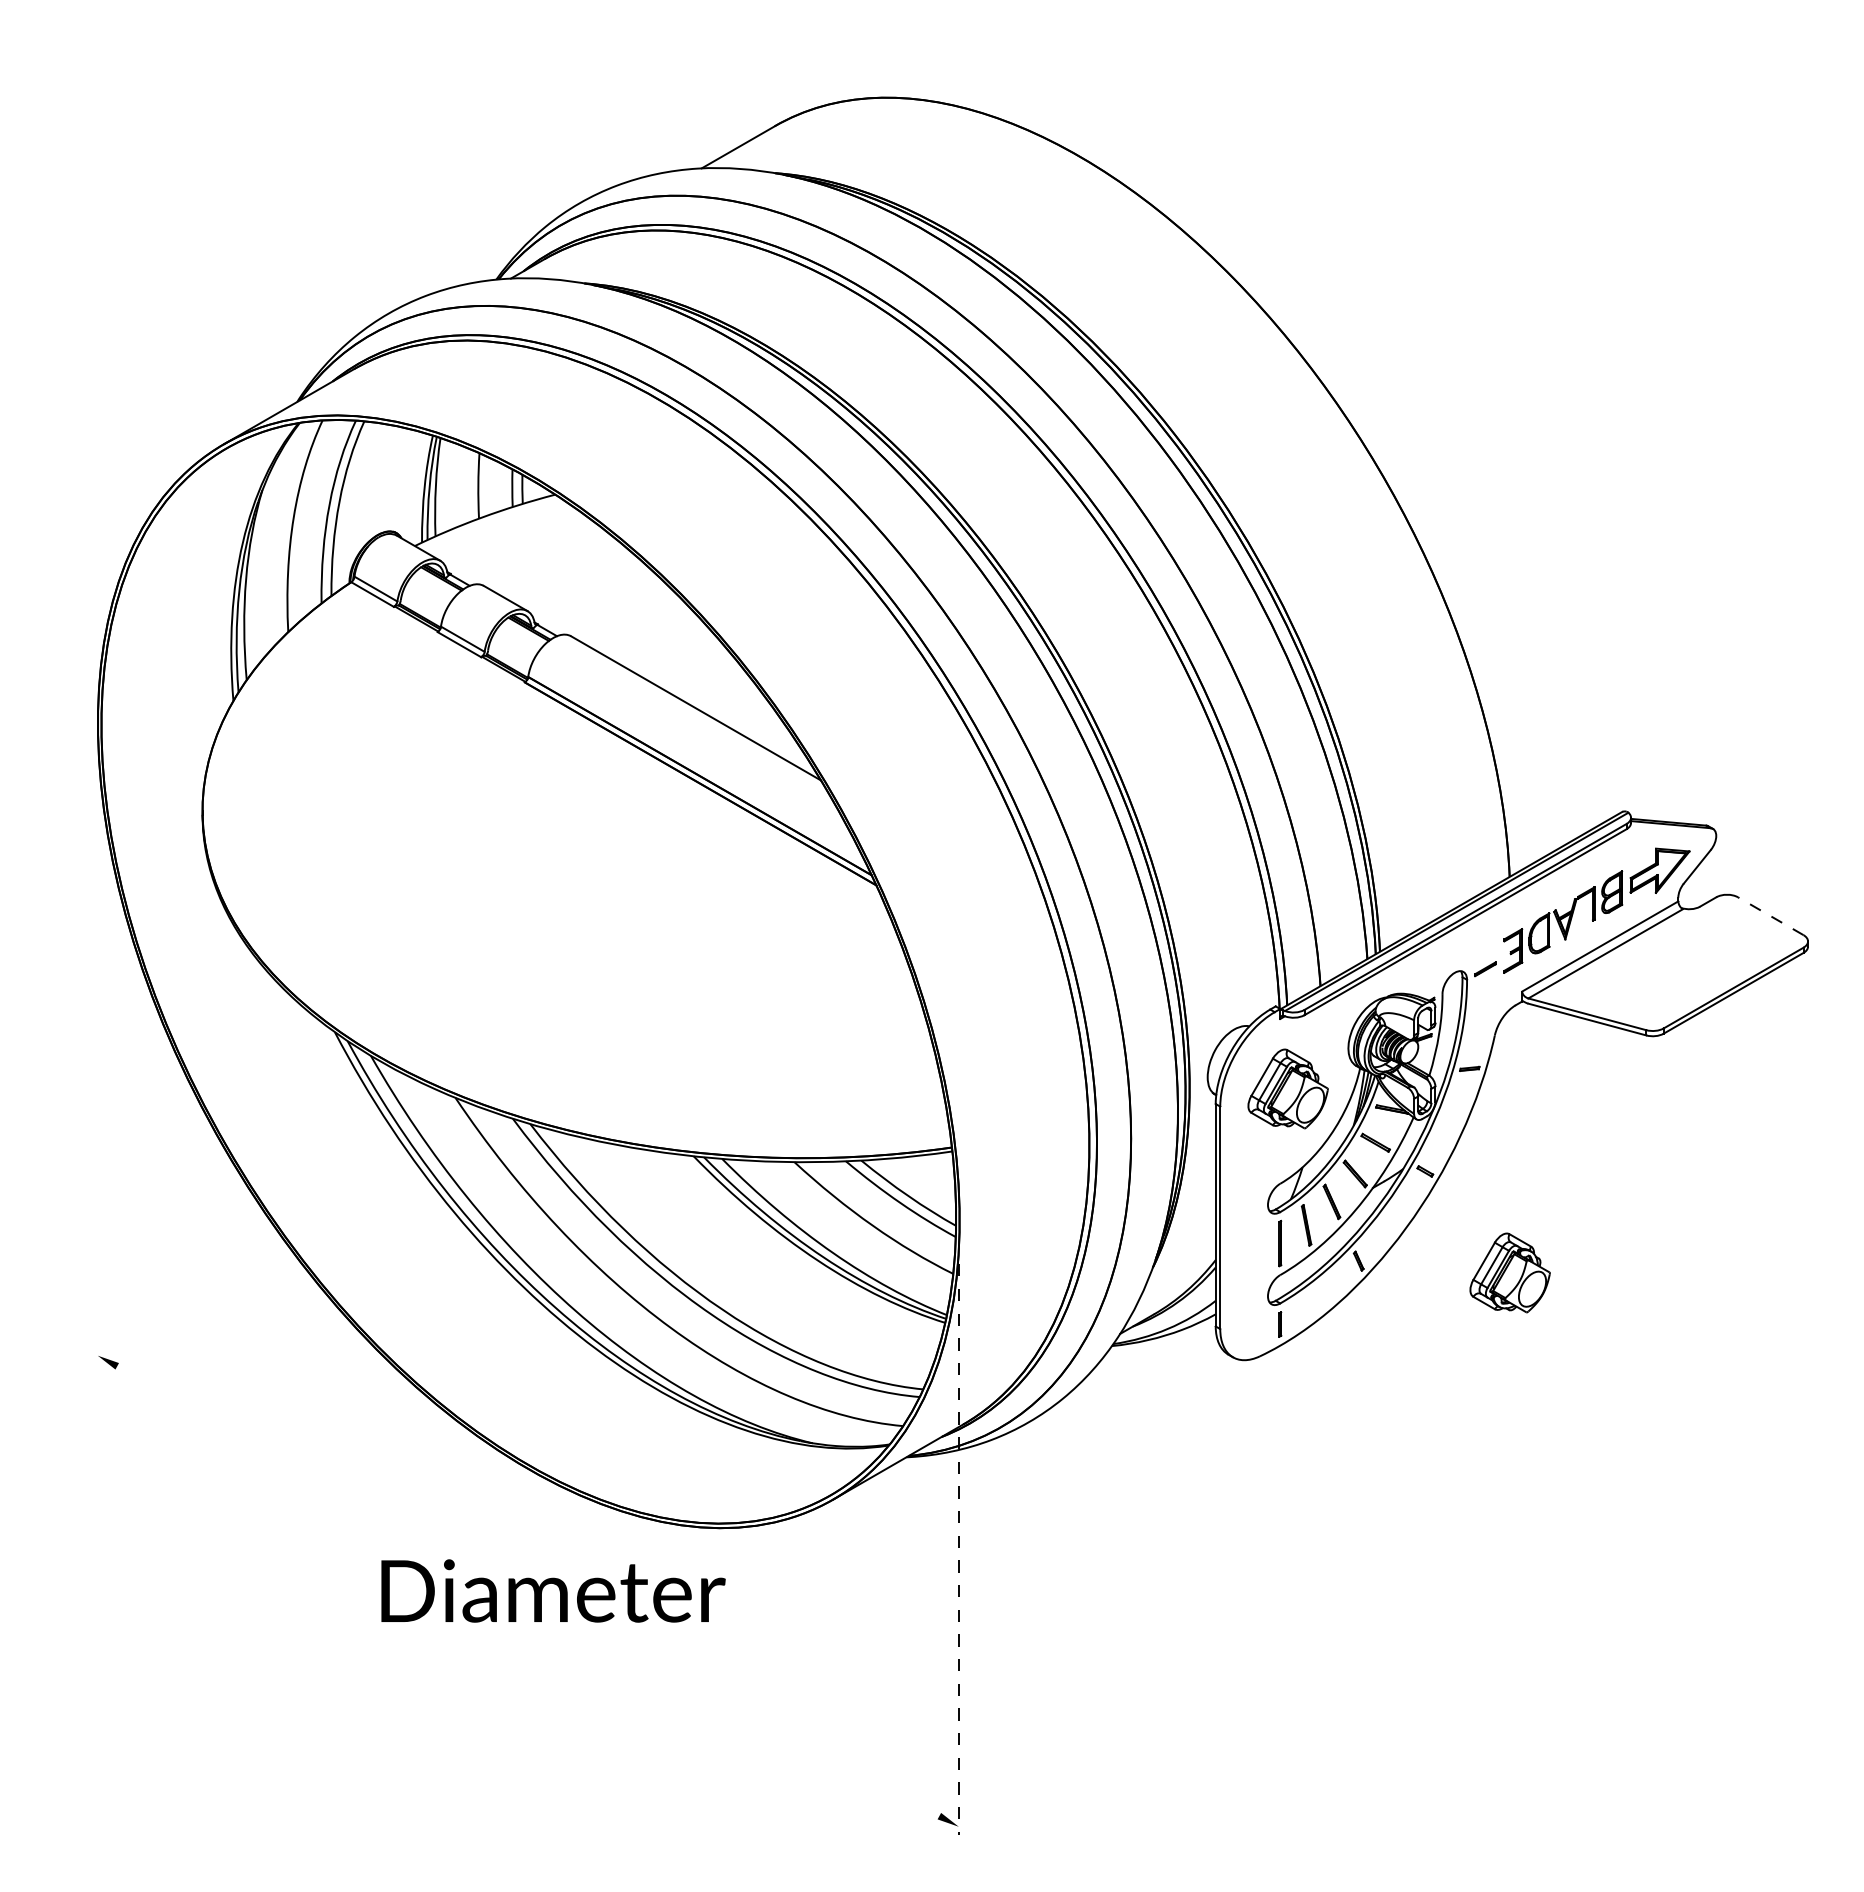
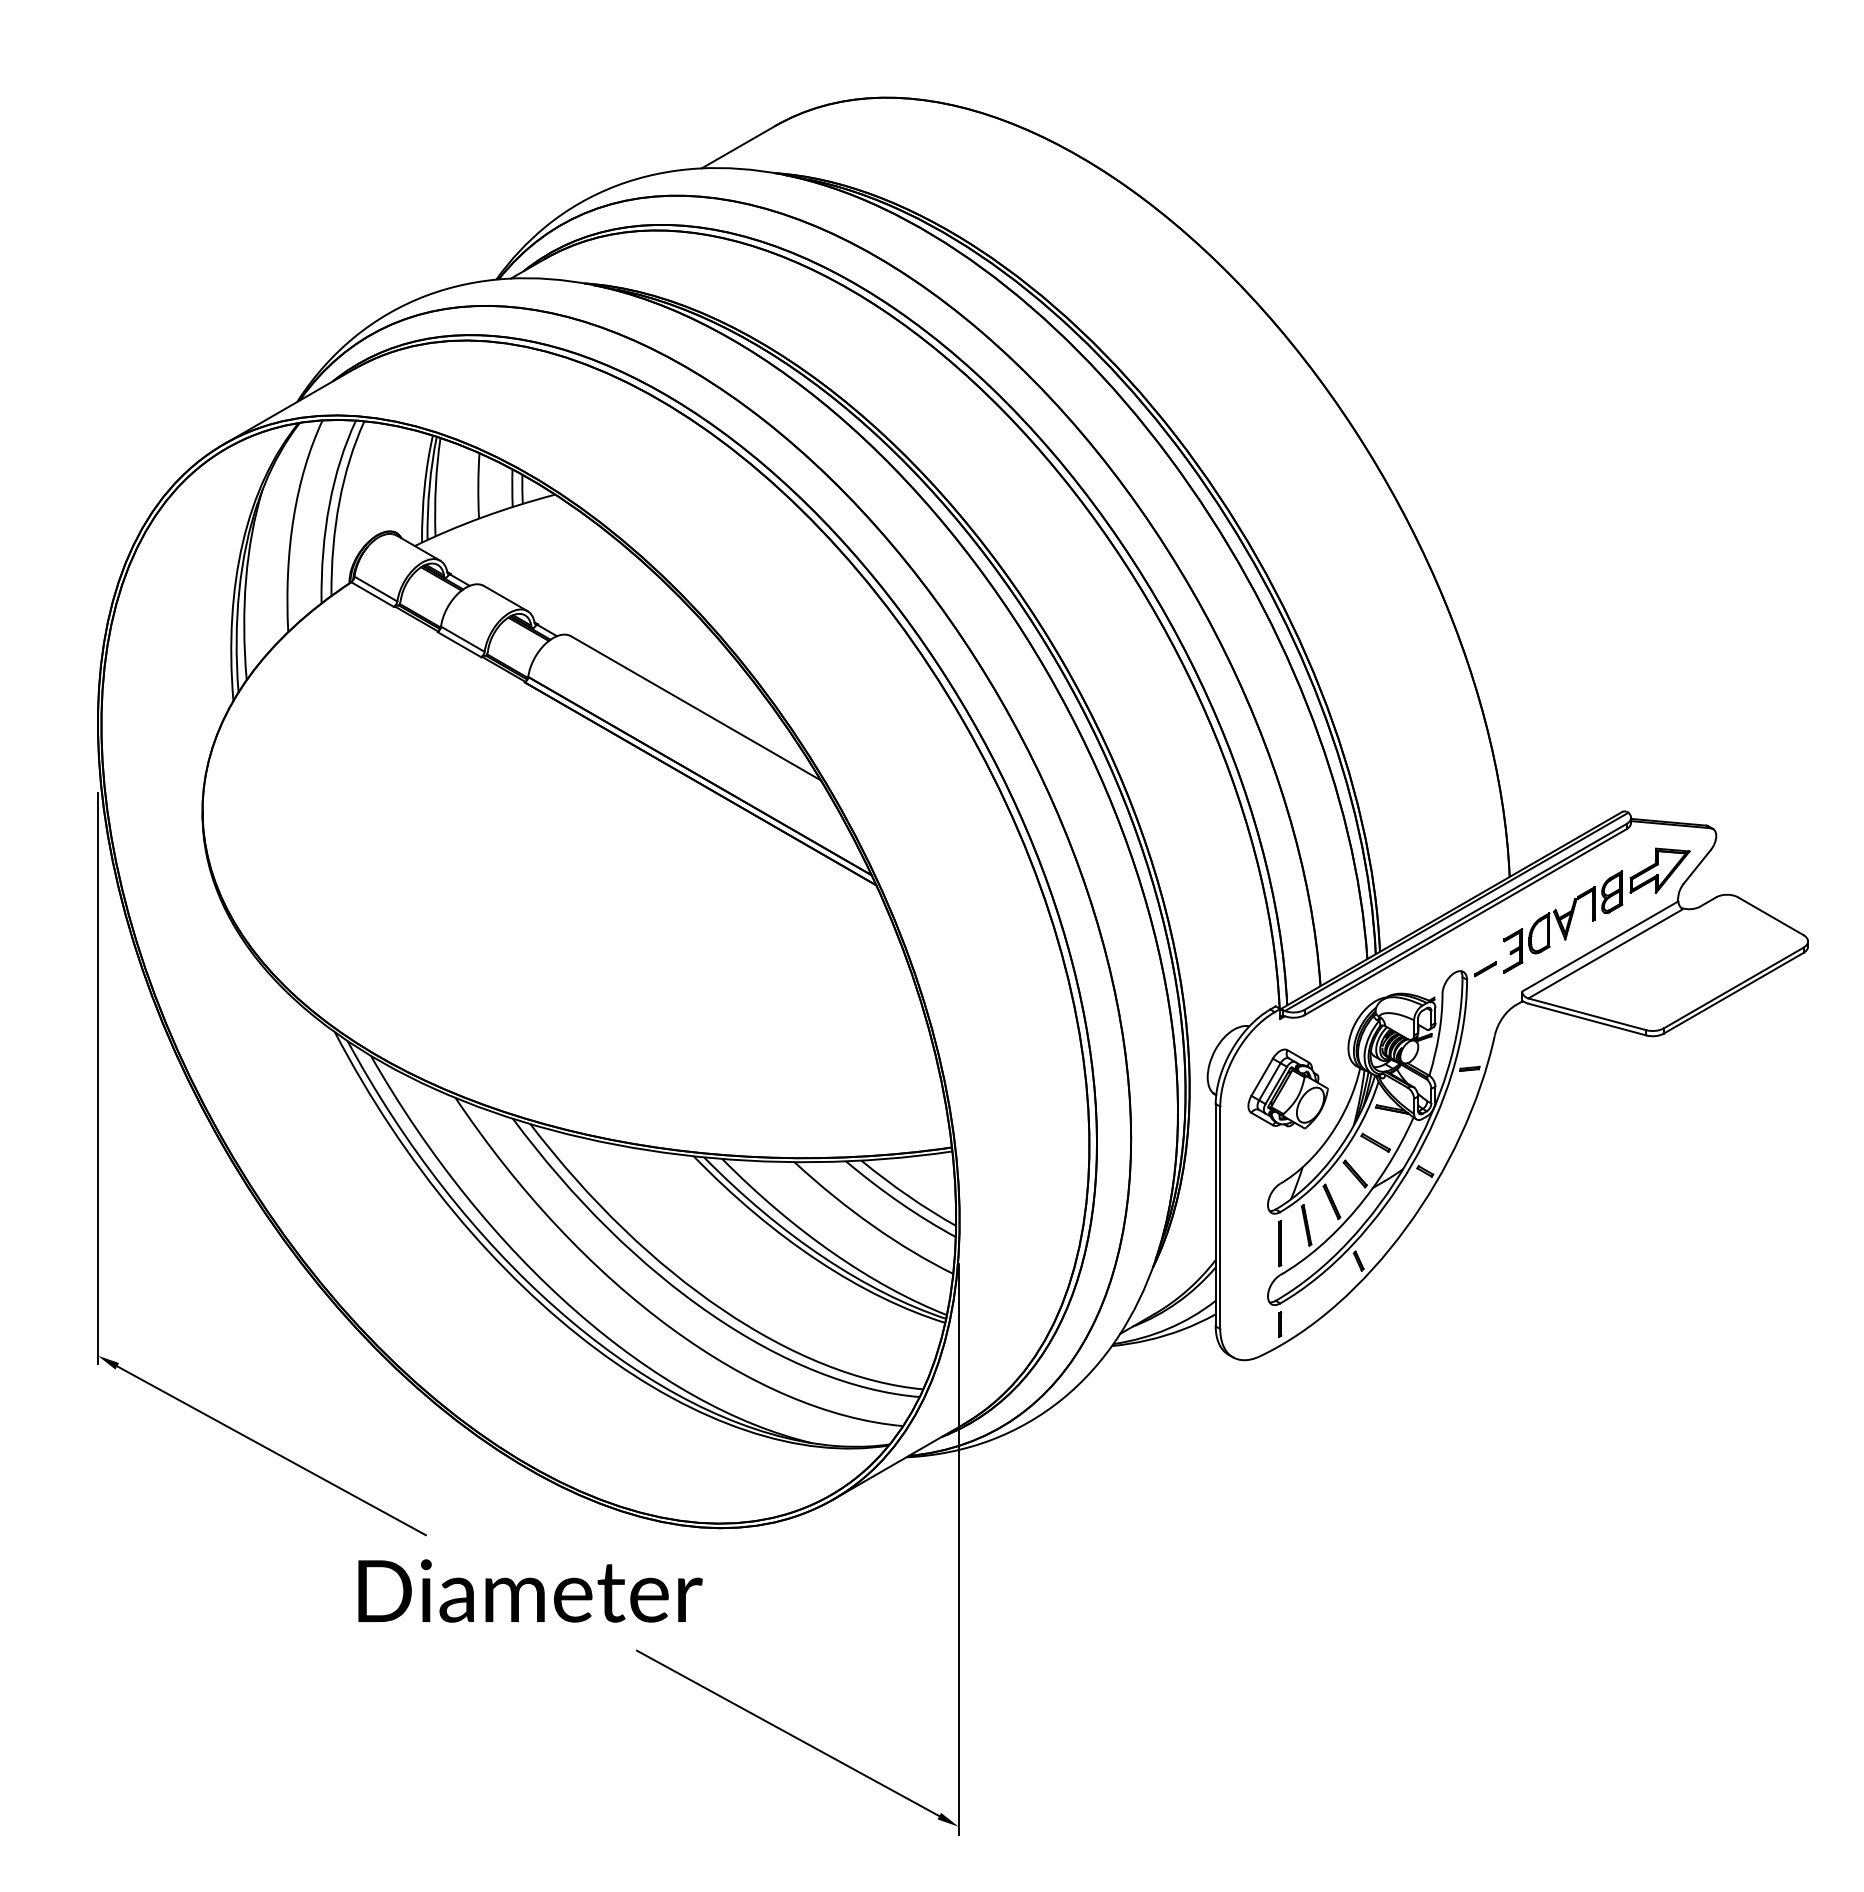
line at (1770, 916): dashed -> solid
line at (97, 1078): none -> present
part at (1509, 1272): present -> none
line at (271, 1450): none -> present
line at (958, 1549): dashed -> solid
text at (553, 1590) position: (553, 1590) -> (530, 1590)
line at (788, 1733): none -> present
